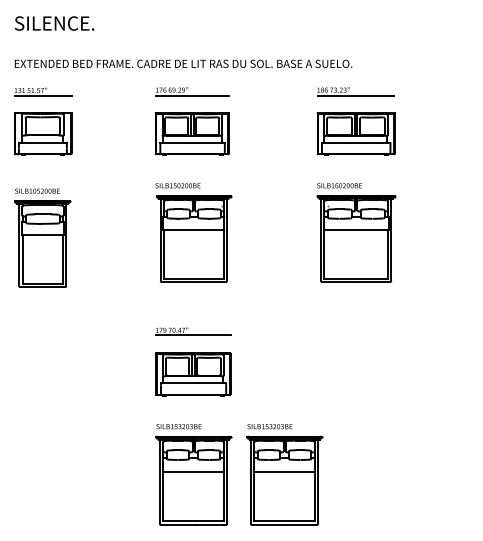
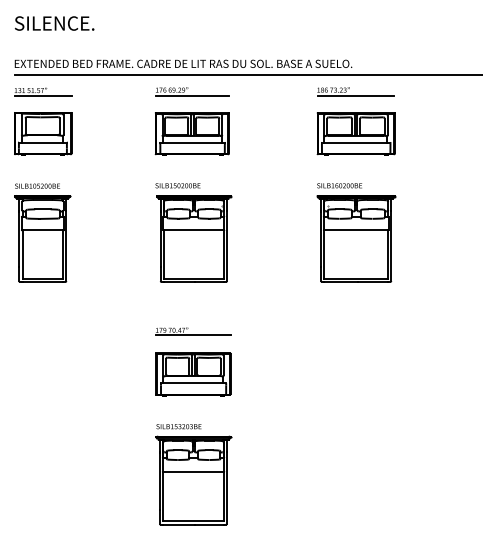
line at (246, 75): none -> present
part at (42, 237) position: (42, 237) -> (42, 232)
part at (284, 474): present -> none
